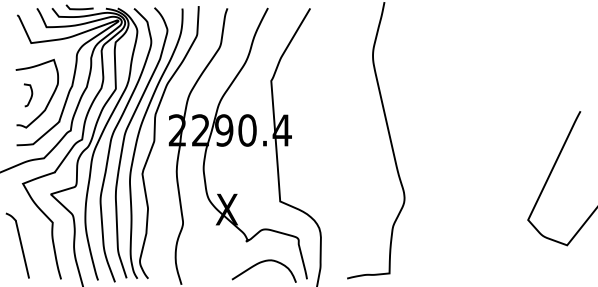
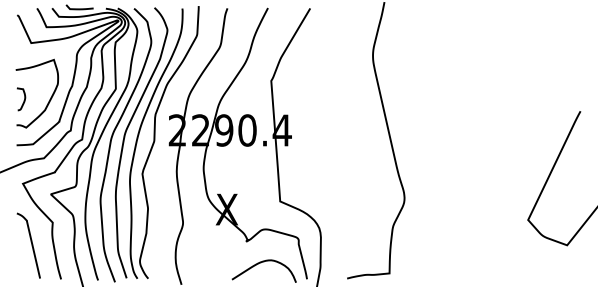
curve at (30, 96) position: (30, 96) -> (23, 100)
curve at (20, 245) position: (20, 245) -> (31, 245)
